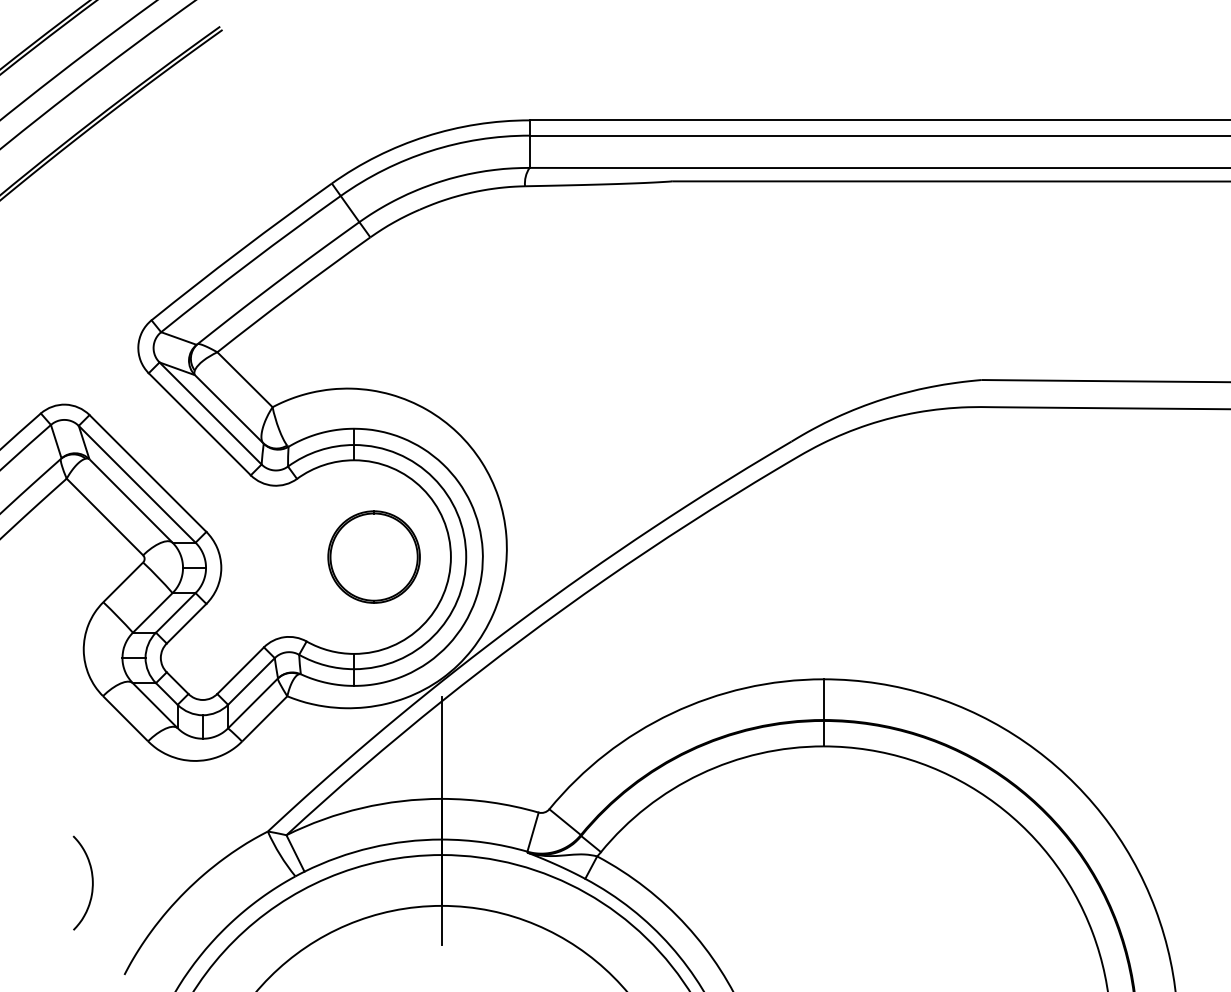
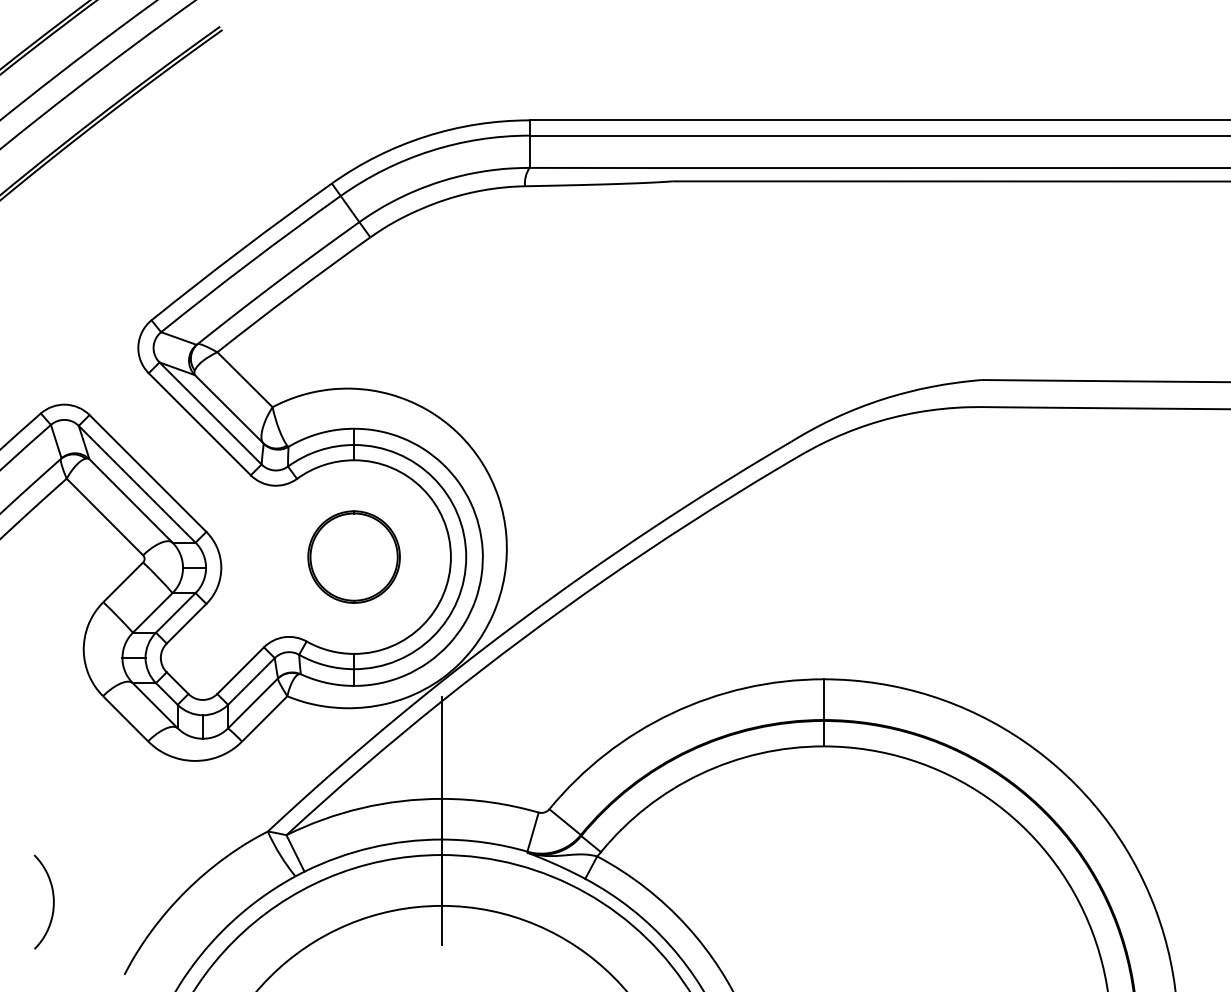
part at (373, 556) position: (373, 556) -> (353, 556)
curve at (91, 880) position: (91, 880) -> (52, 899)
